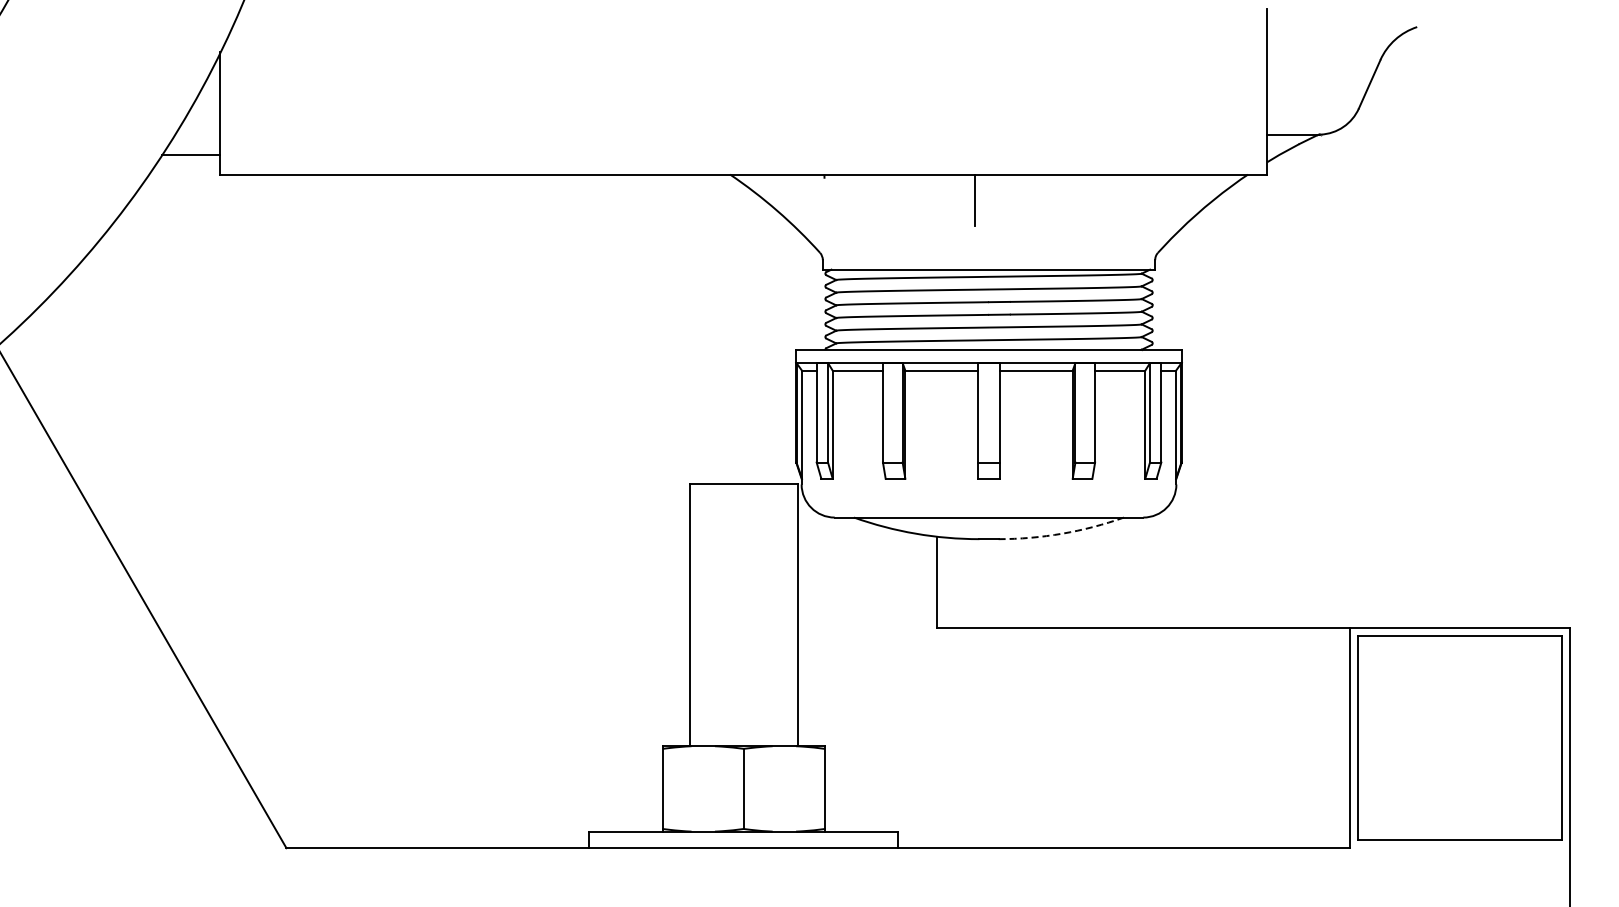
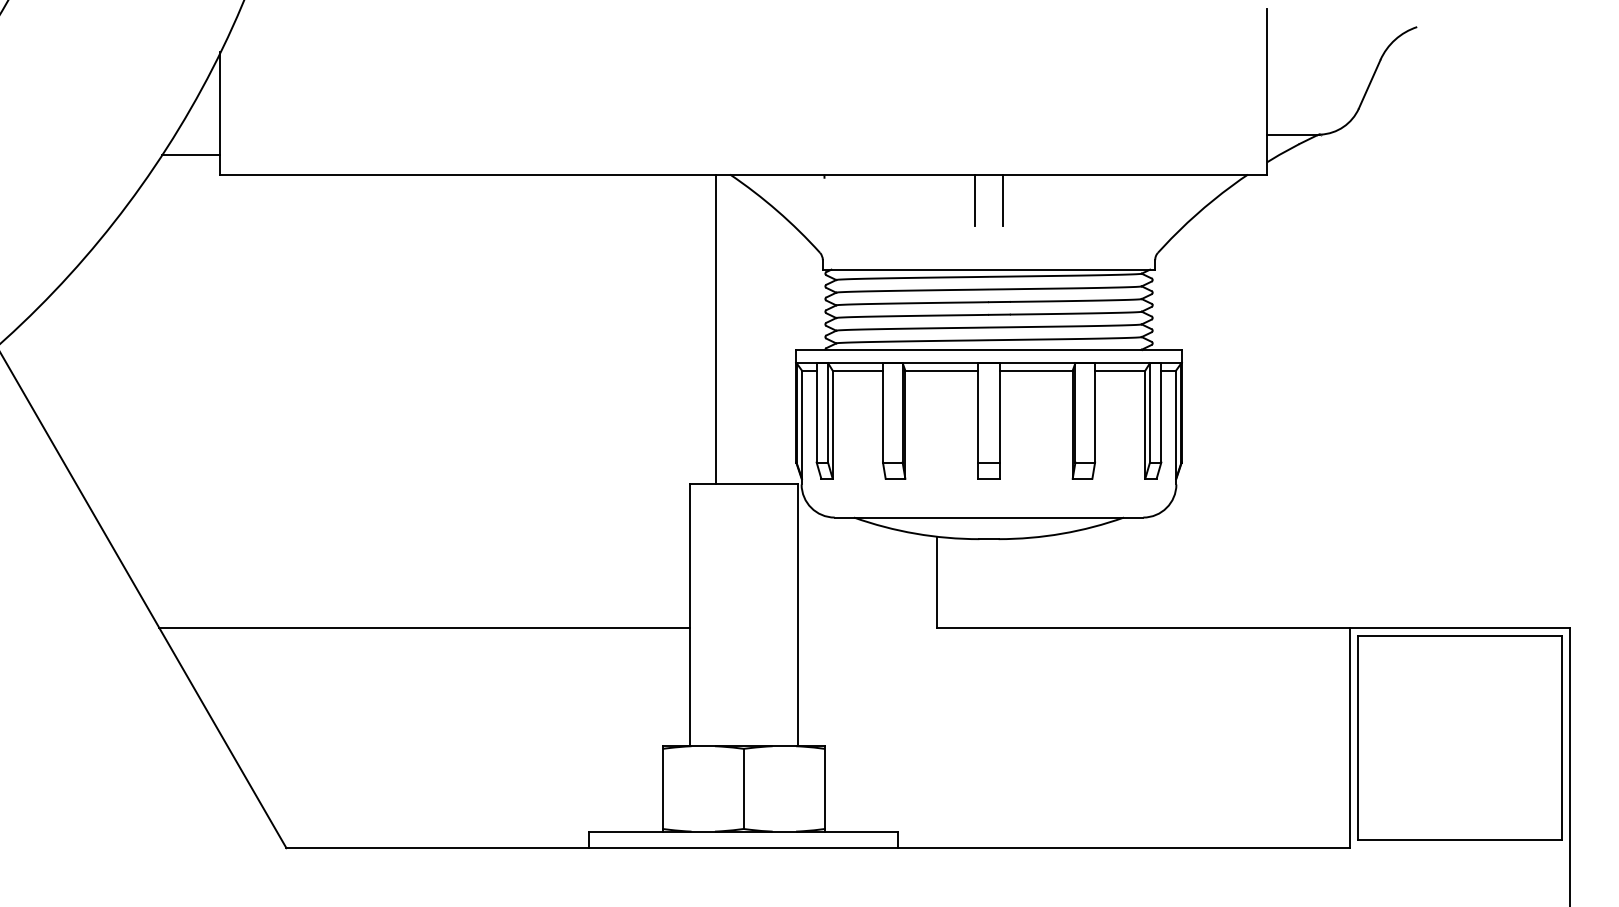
line at (1002, 199): none -> present
line at (716, 329): none -> present
arc at (1062, 533): dashed -> solid
line at (424, 627): none -> present
